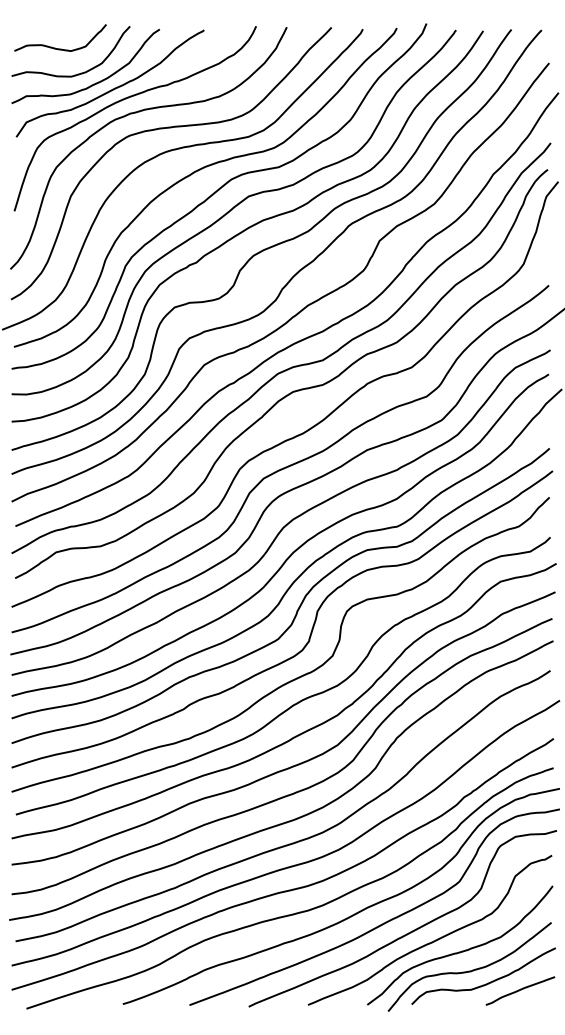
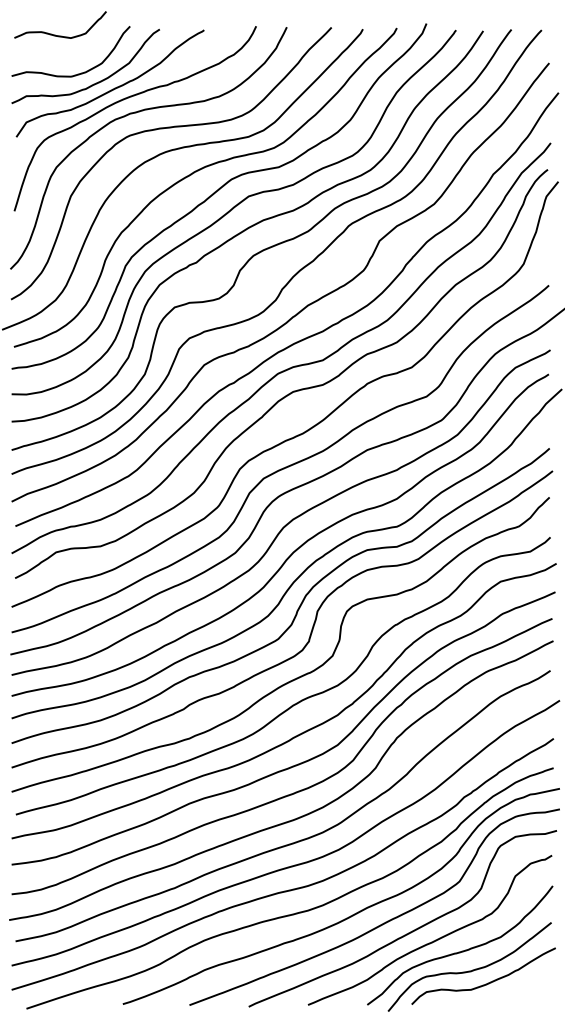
curve at (60, 48) position: (60, 48) -> (60, 35)
curve at (520, 990): present -> none
